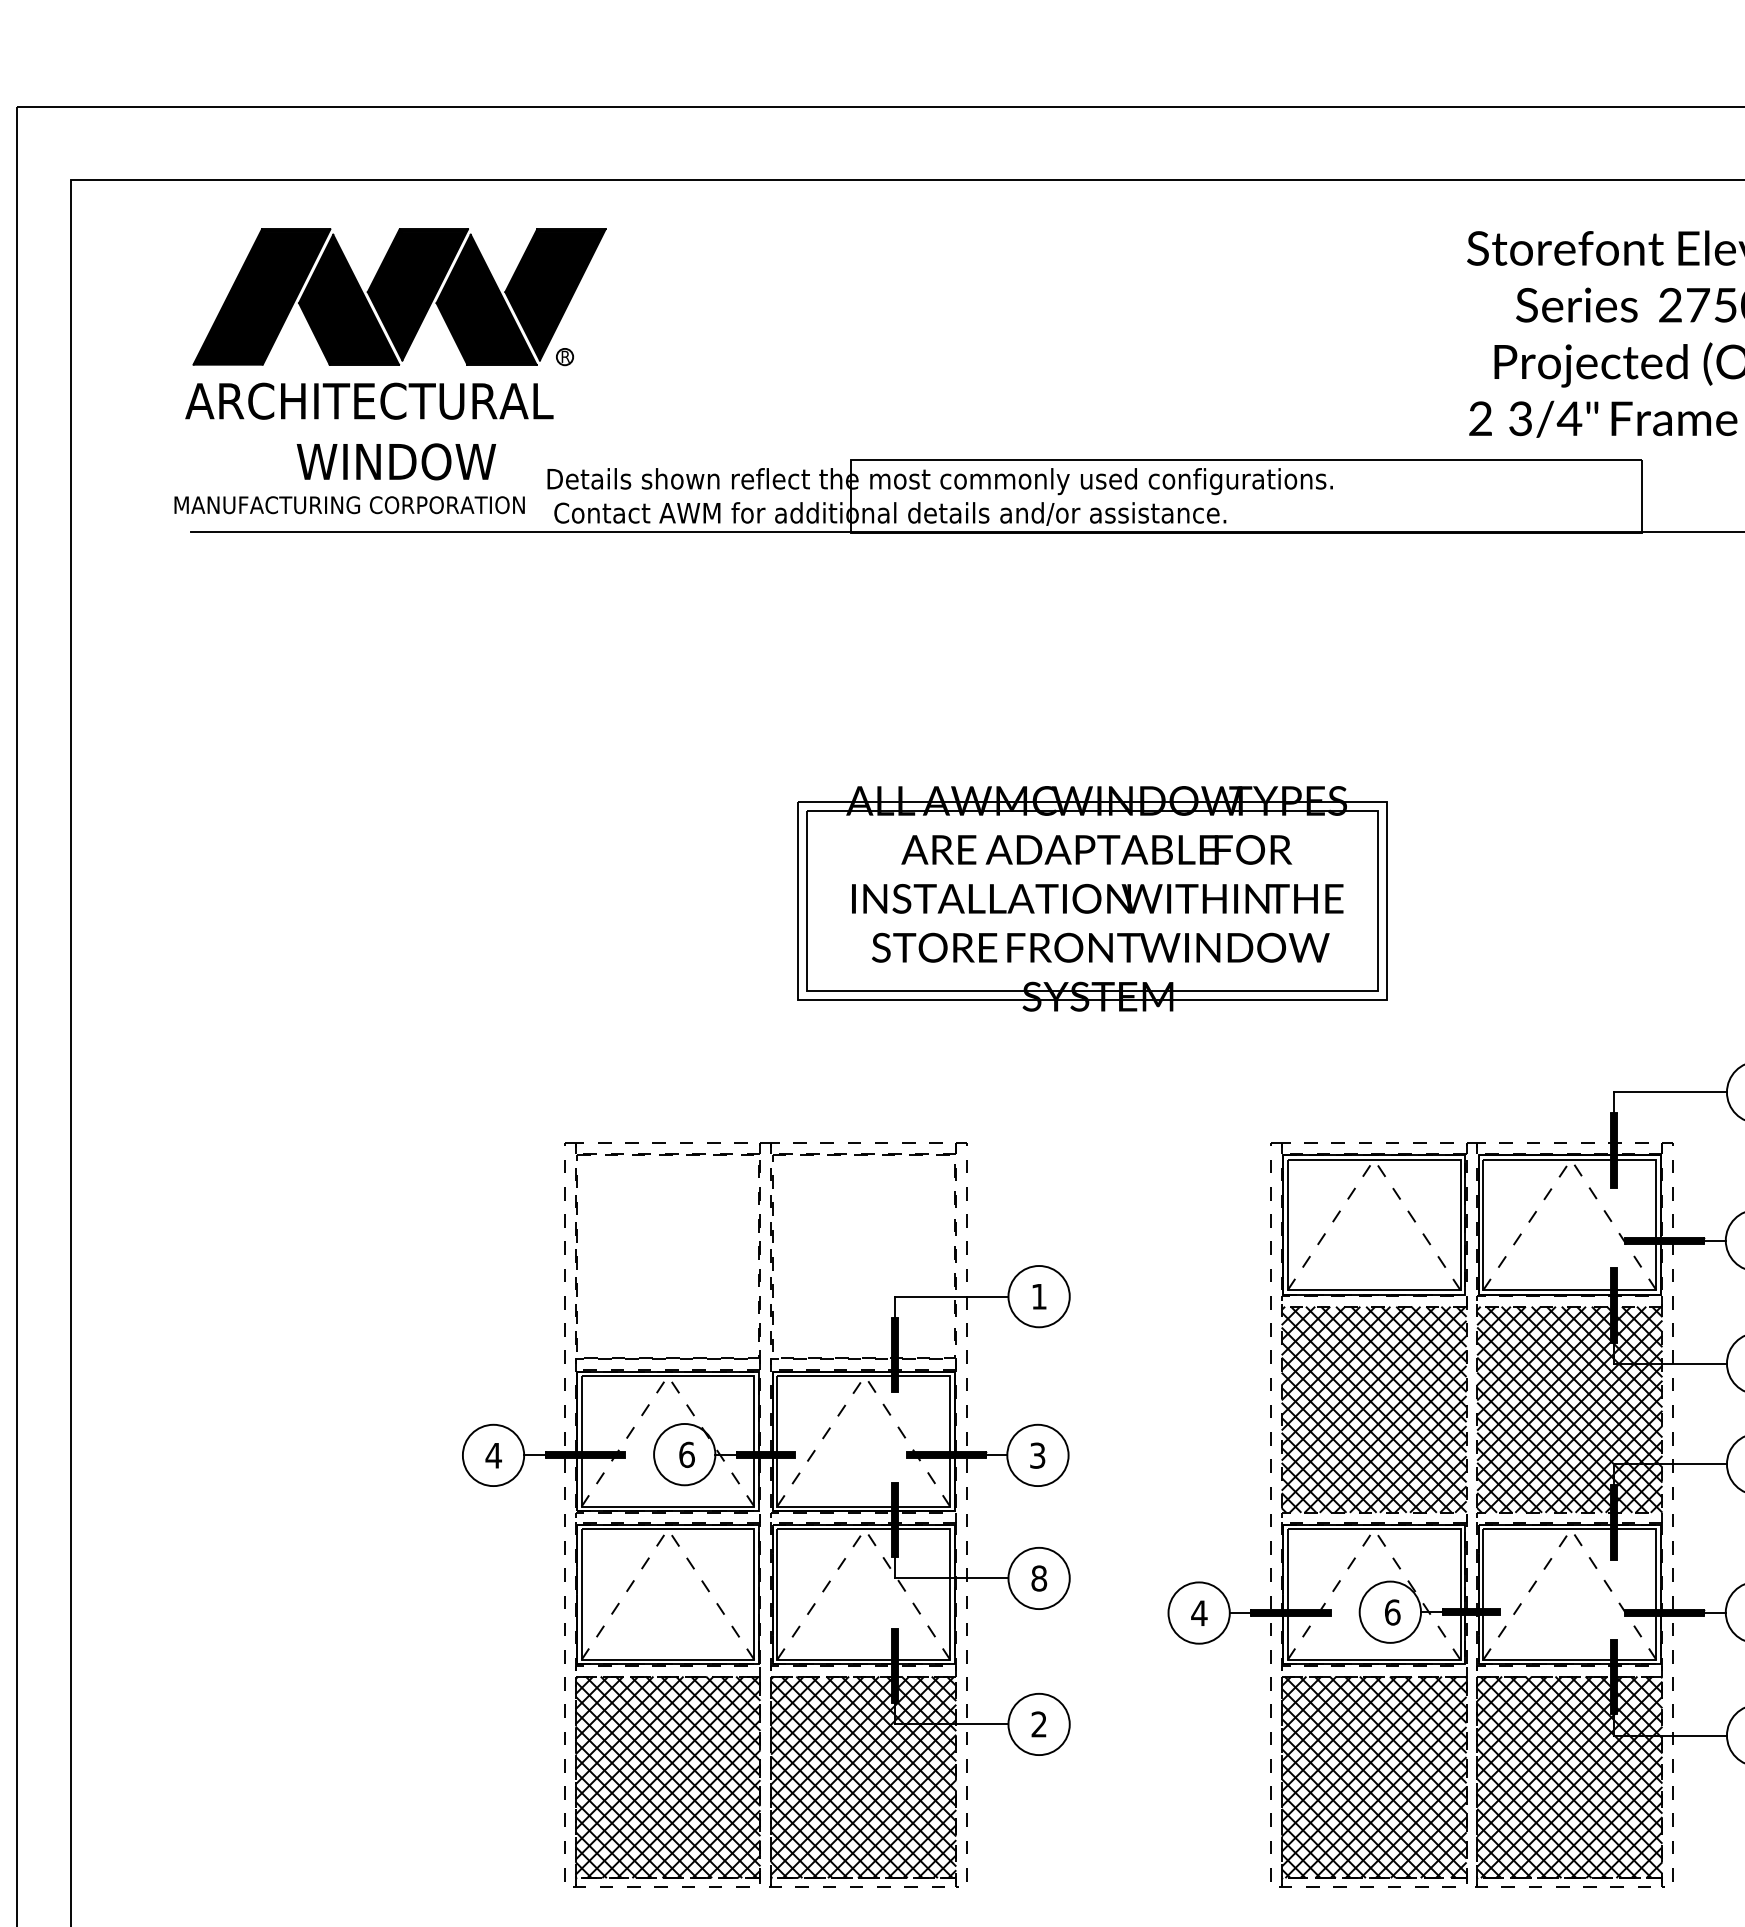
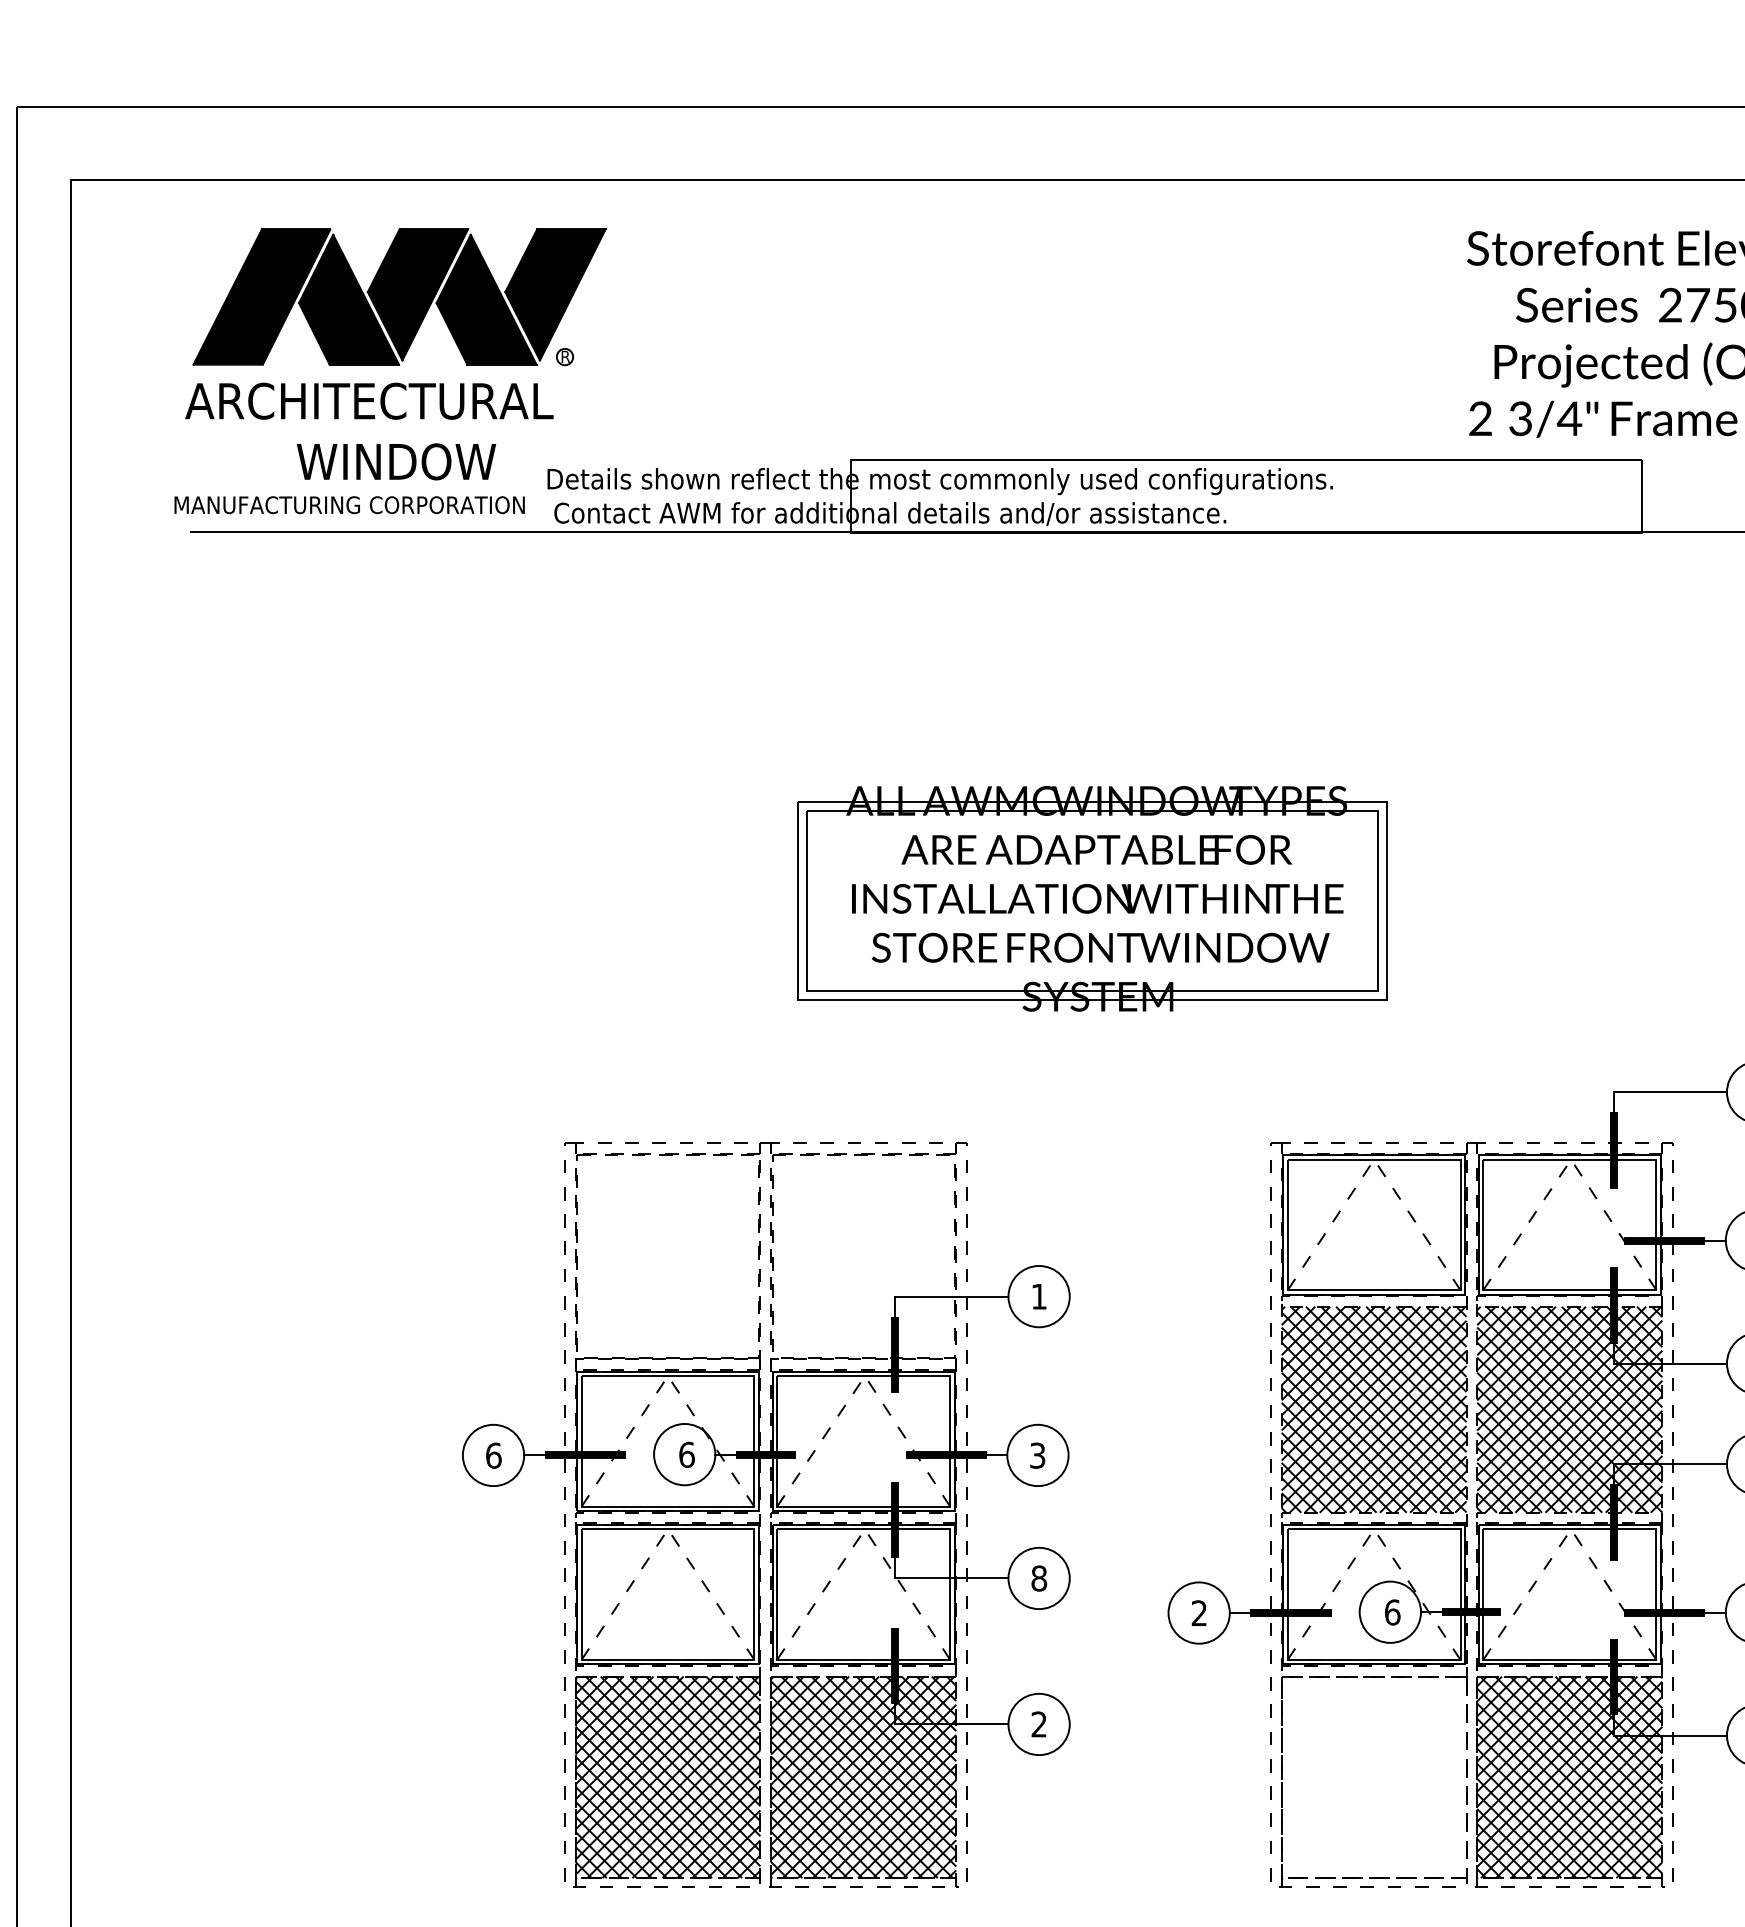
text at (493, 1455): 4 -> 6
text at (1199, 1612): 4 -> 2
hatch at (1373, 1777): present -> none
